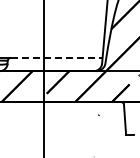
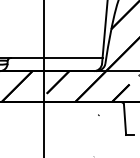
line at (56, 58): dashed -> solid
